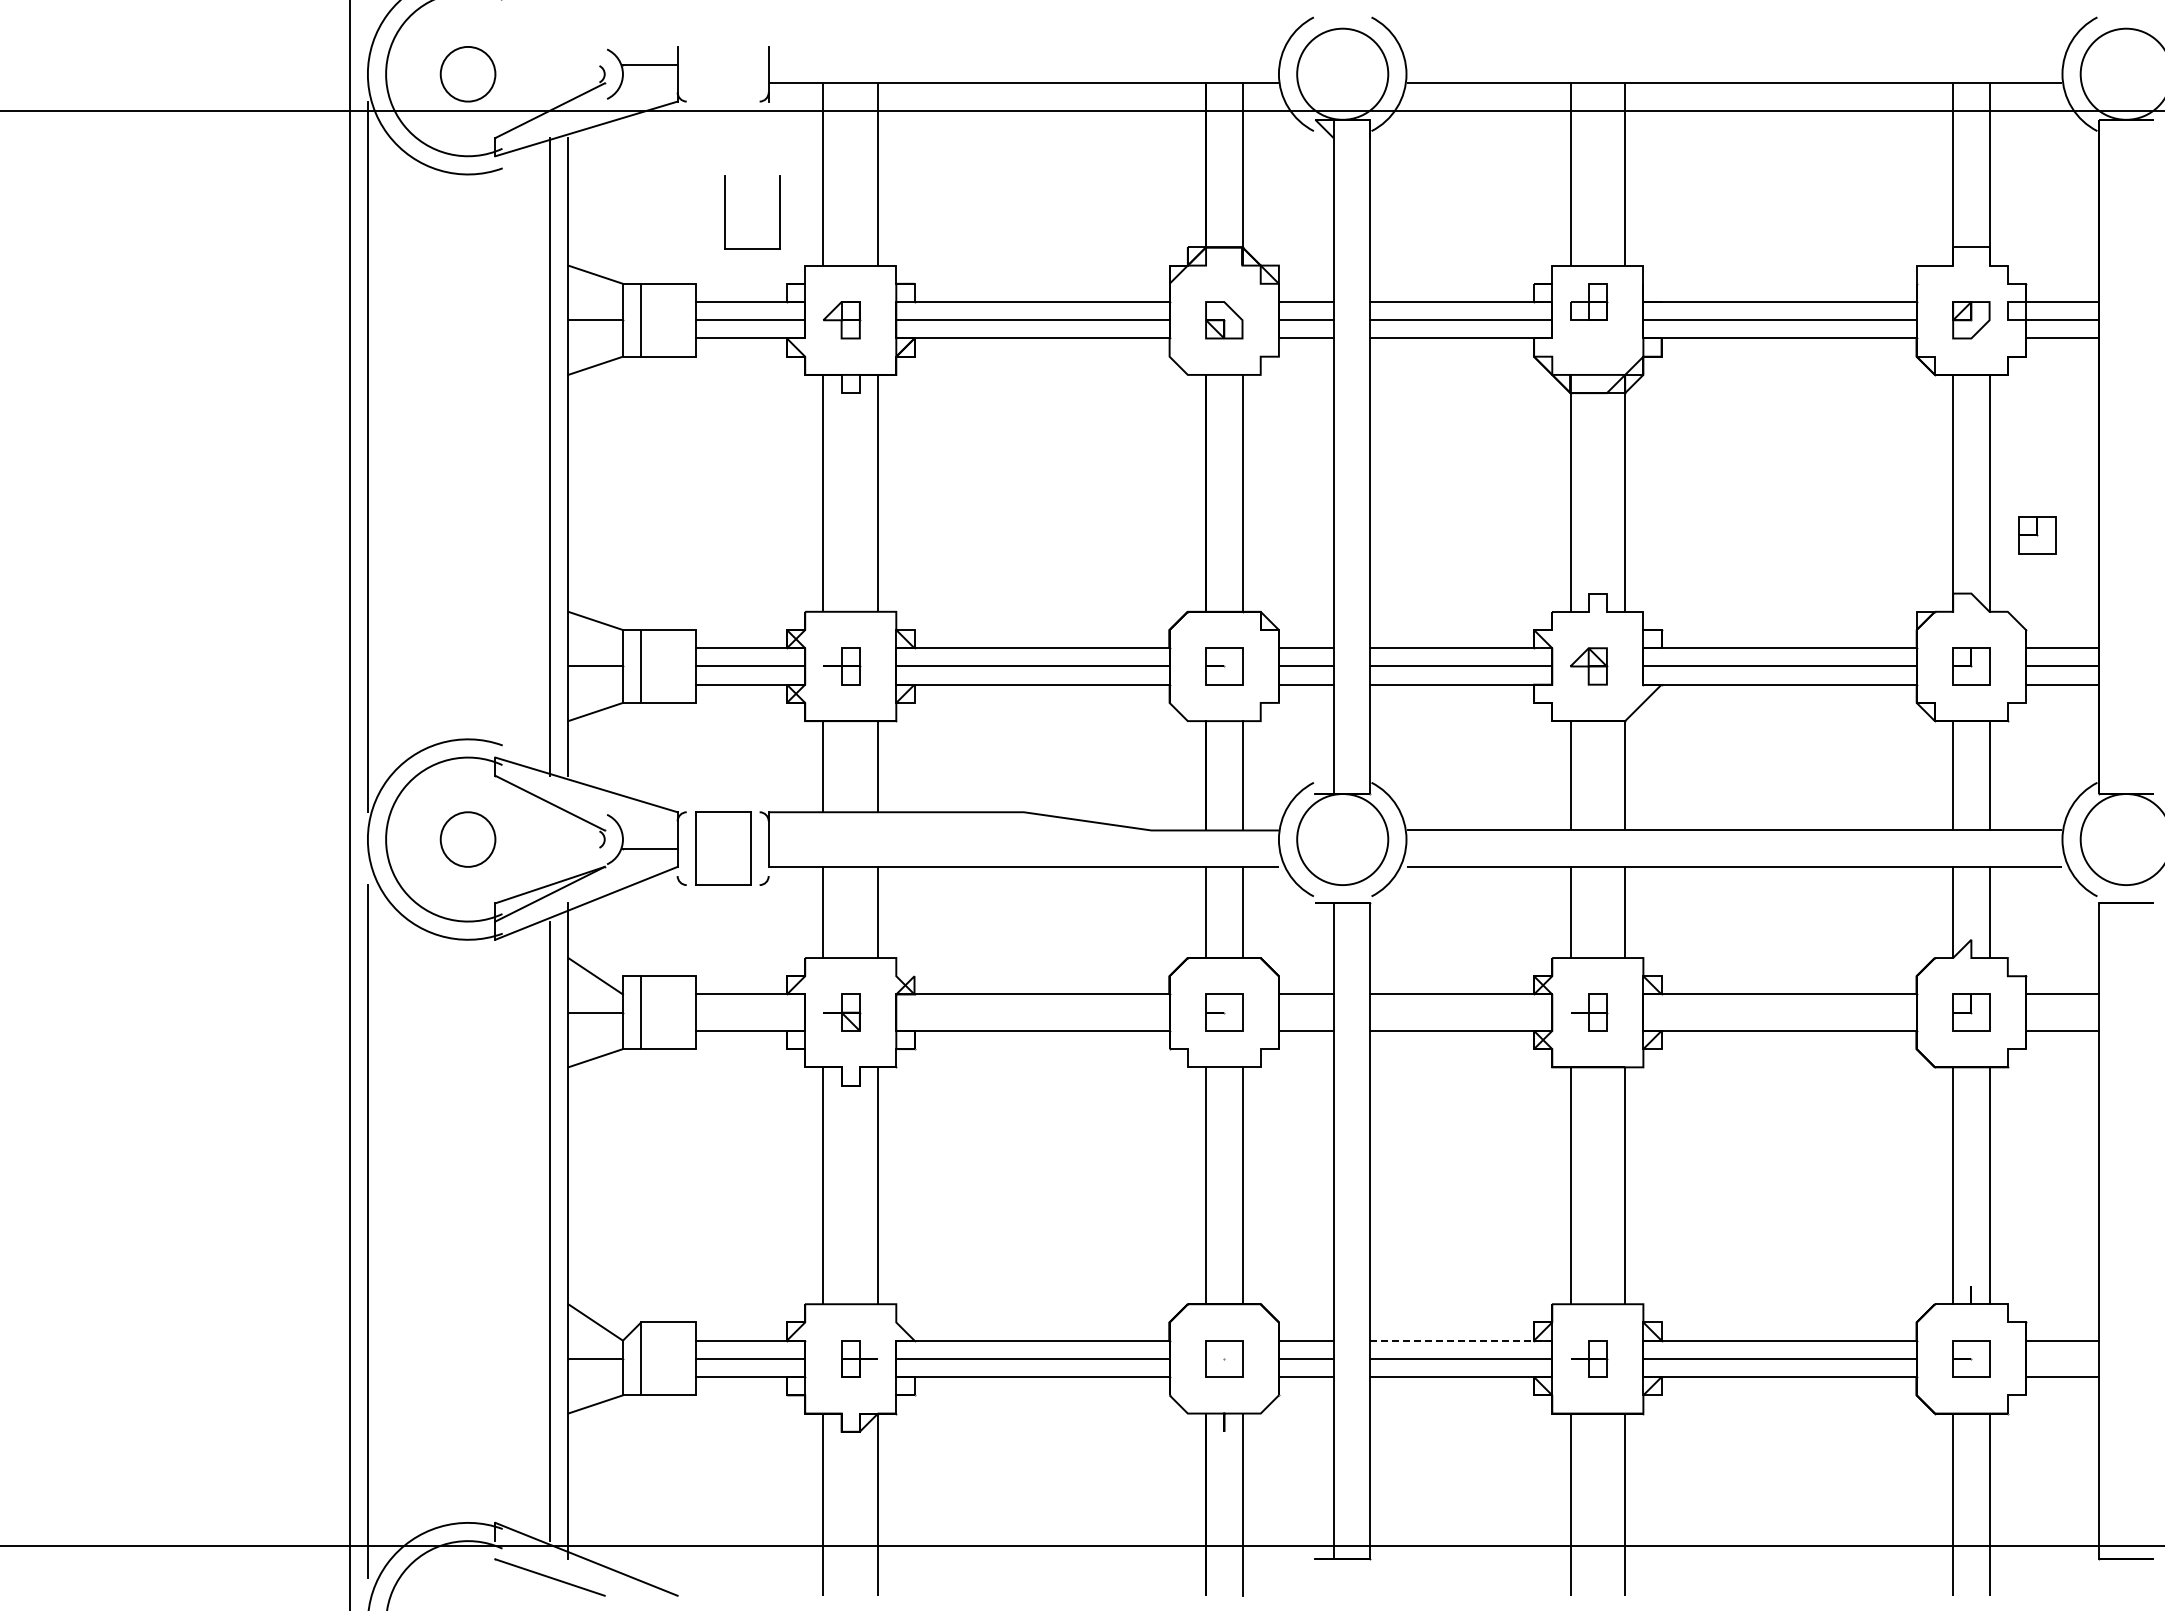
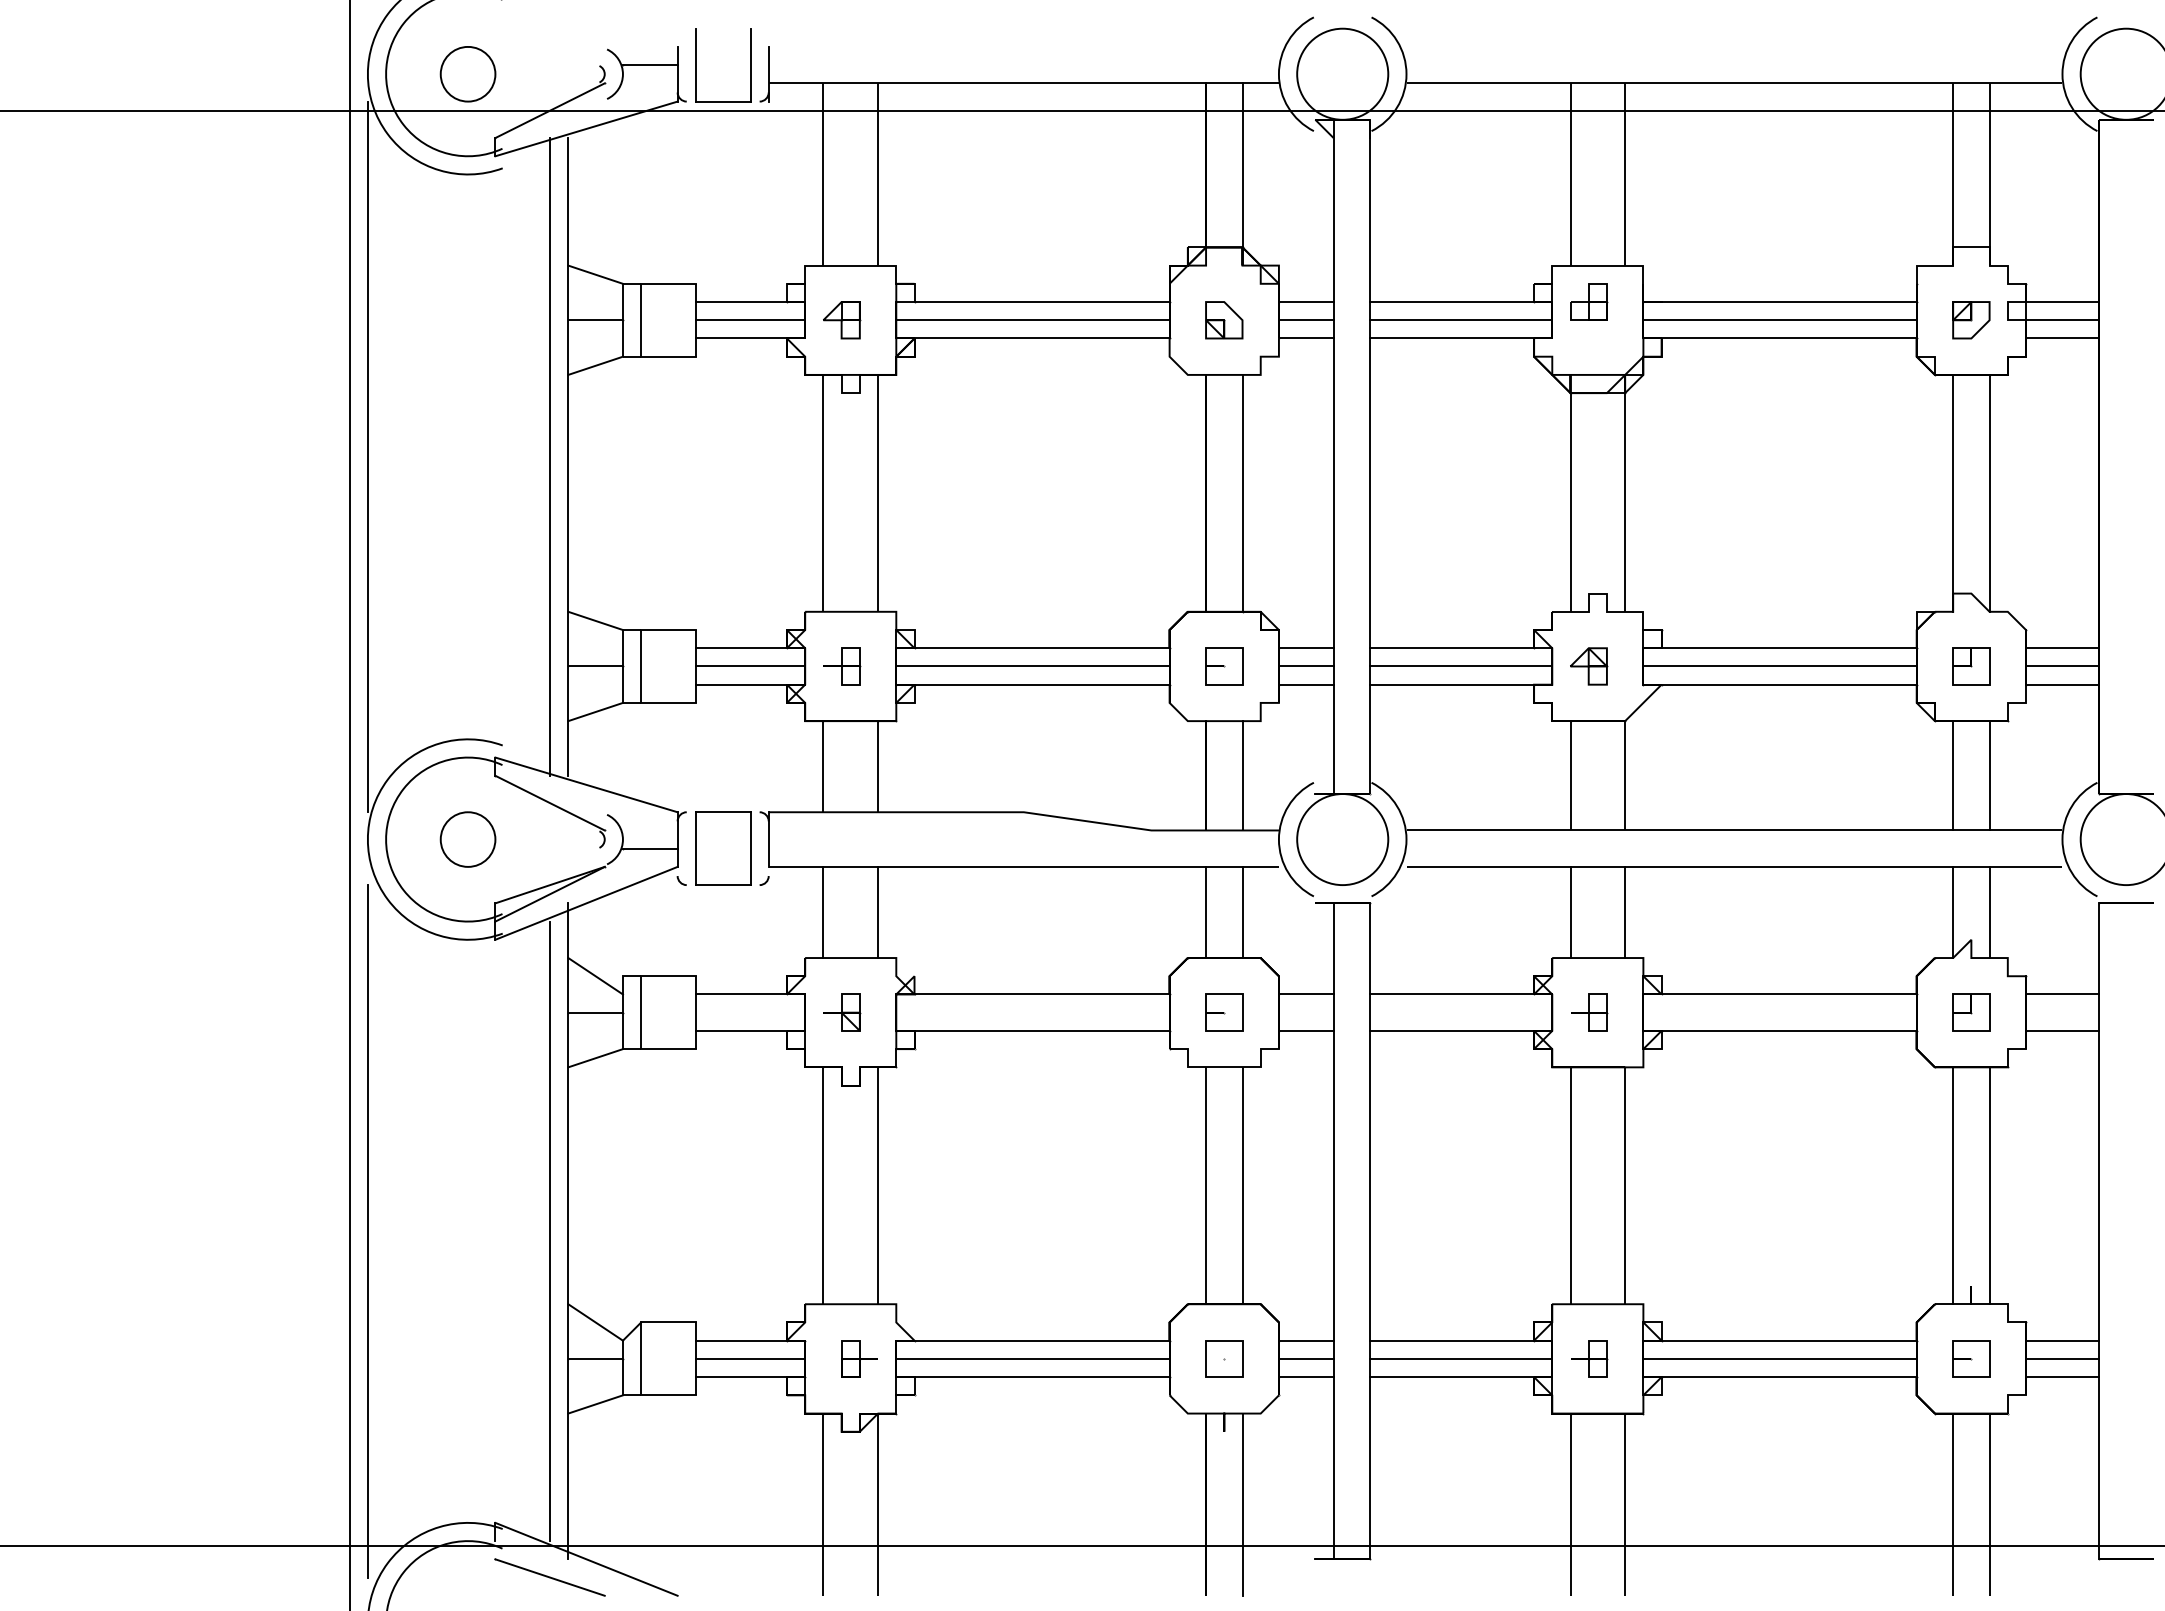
part at (725, 212) position: (725, 212) -> (696, 65)
part at (2037, 535): present -> none
line at (1461, 1340): dashed -> solid
line at (2062, 1358): none -> present
